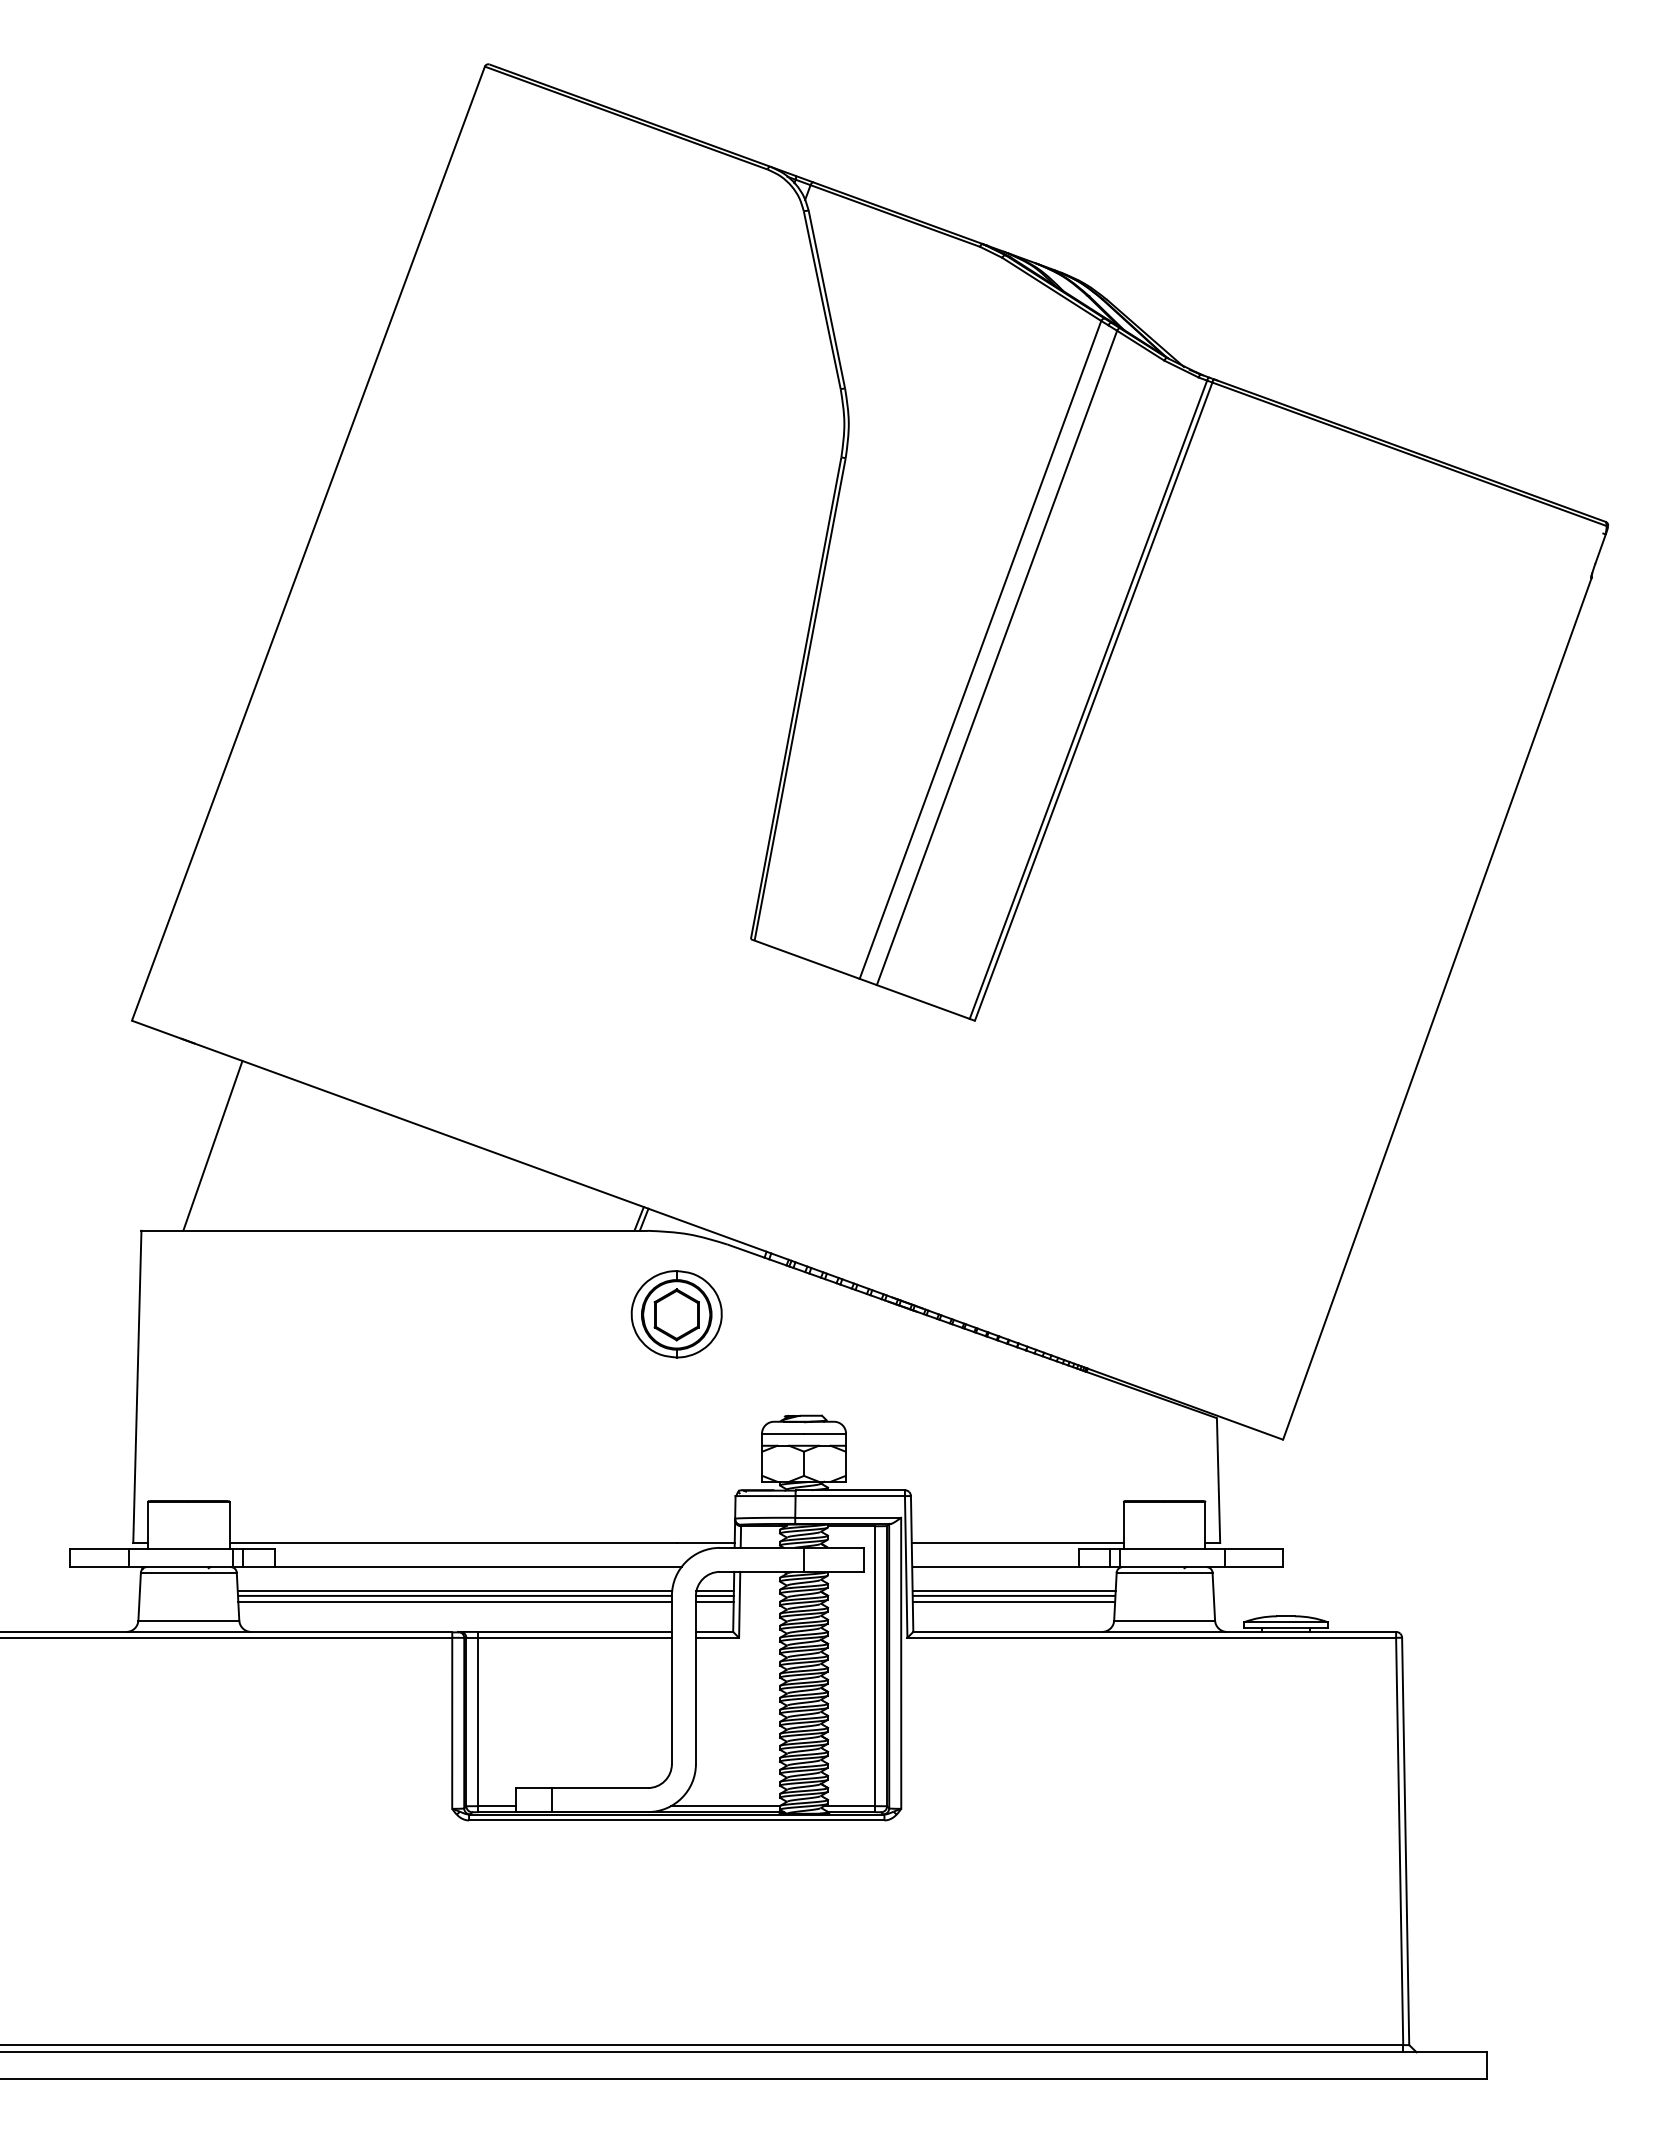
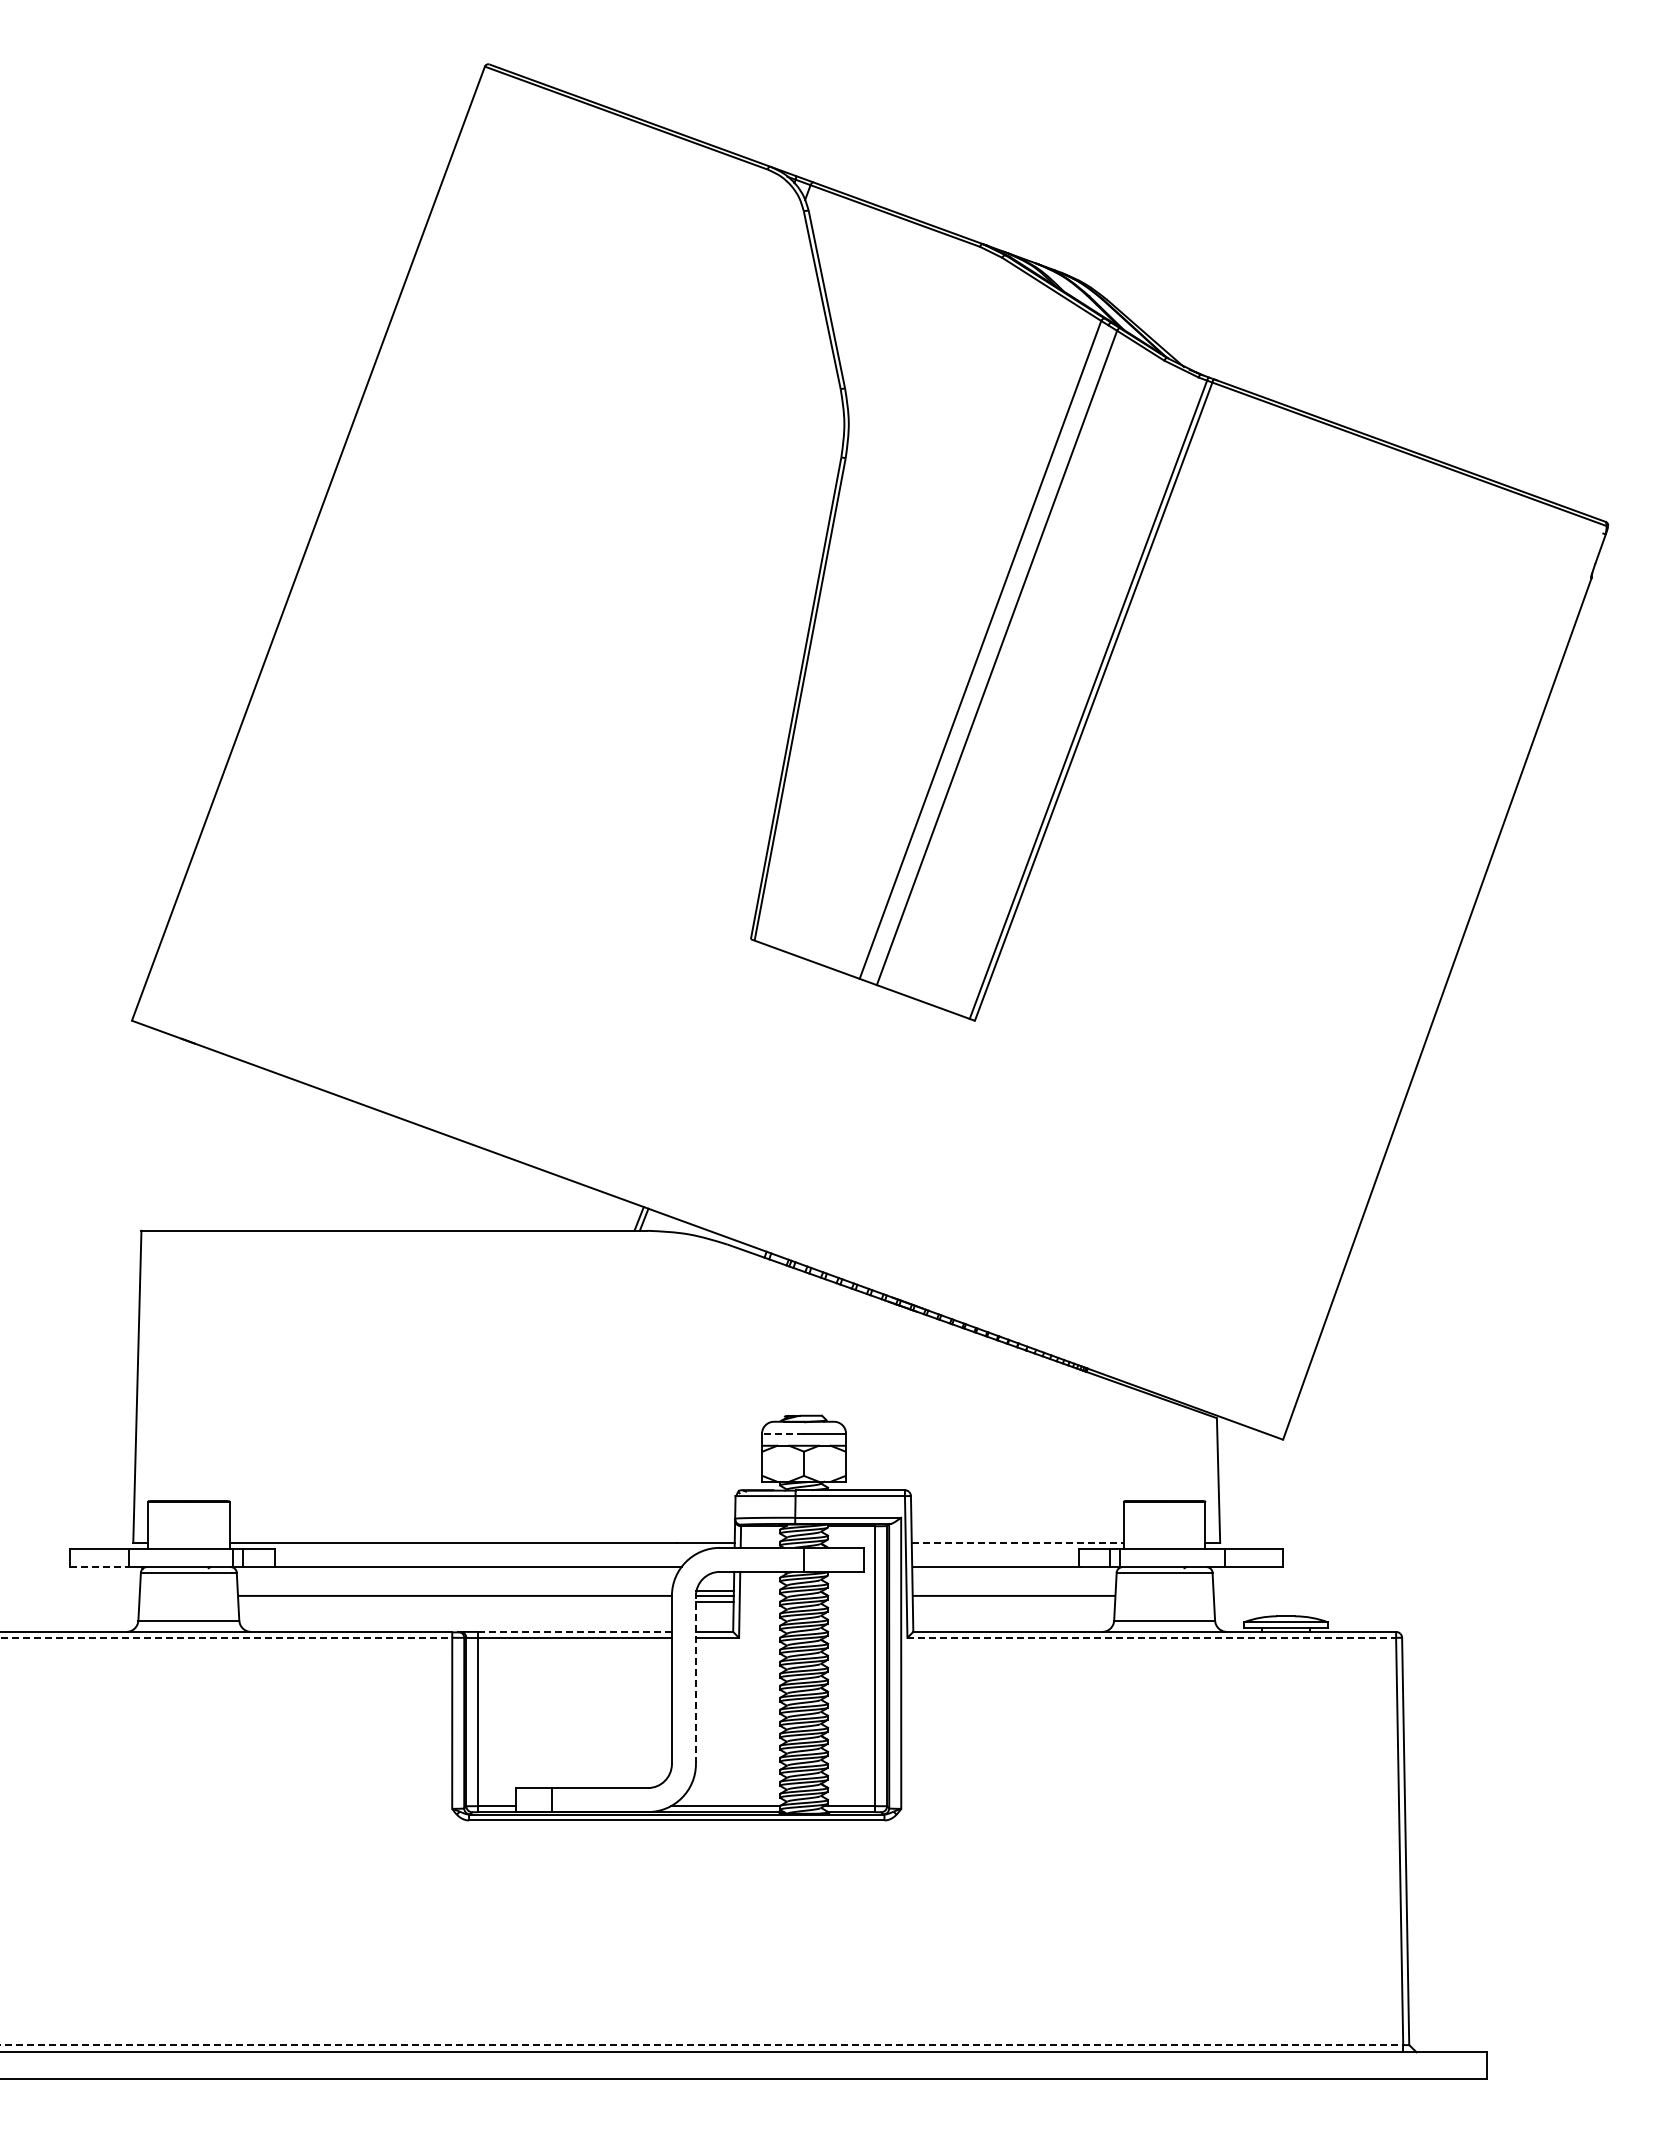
line at (212, 1145): present -> none
part at (676, 1314): present -> none
line at (782, 1433): solid -> dashed
line at (1018, 1543): solid -> dashed
line at (100, 1567): solid -> dashed
line at (454, 1591): present -> none
line at (1014, 1591): present -> none
line at (454, 1601): present -> none
line at (1014, 1601): present -> none
line at (575, 1631): solid -> dashed
line at (226, 1637): solid -> dashed
line at (1152, 1637): solid -> dashed
line at (695, 1679): solid -> dashed
line at (702, 2045): solid -> dashed
